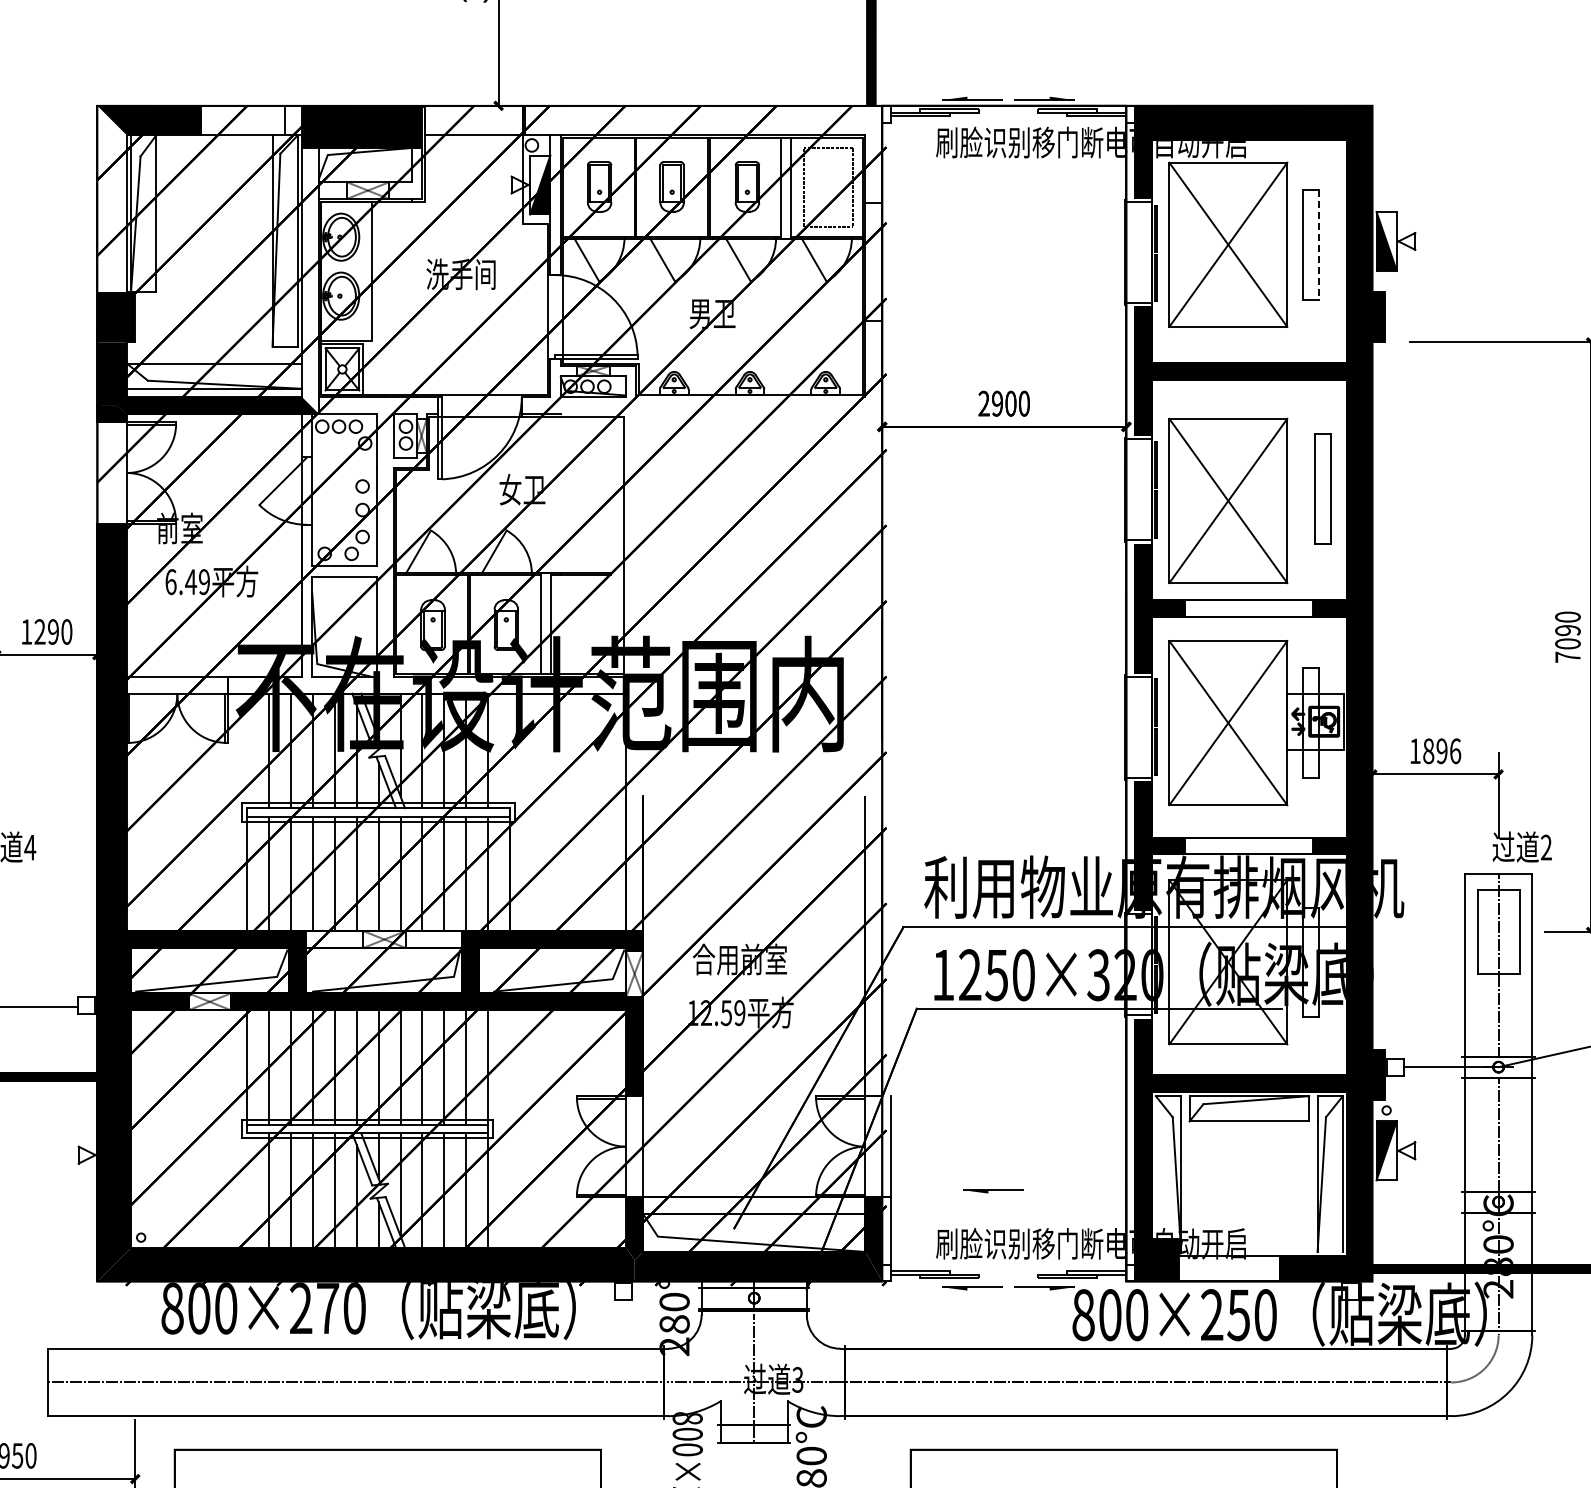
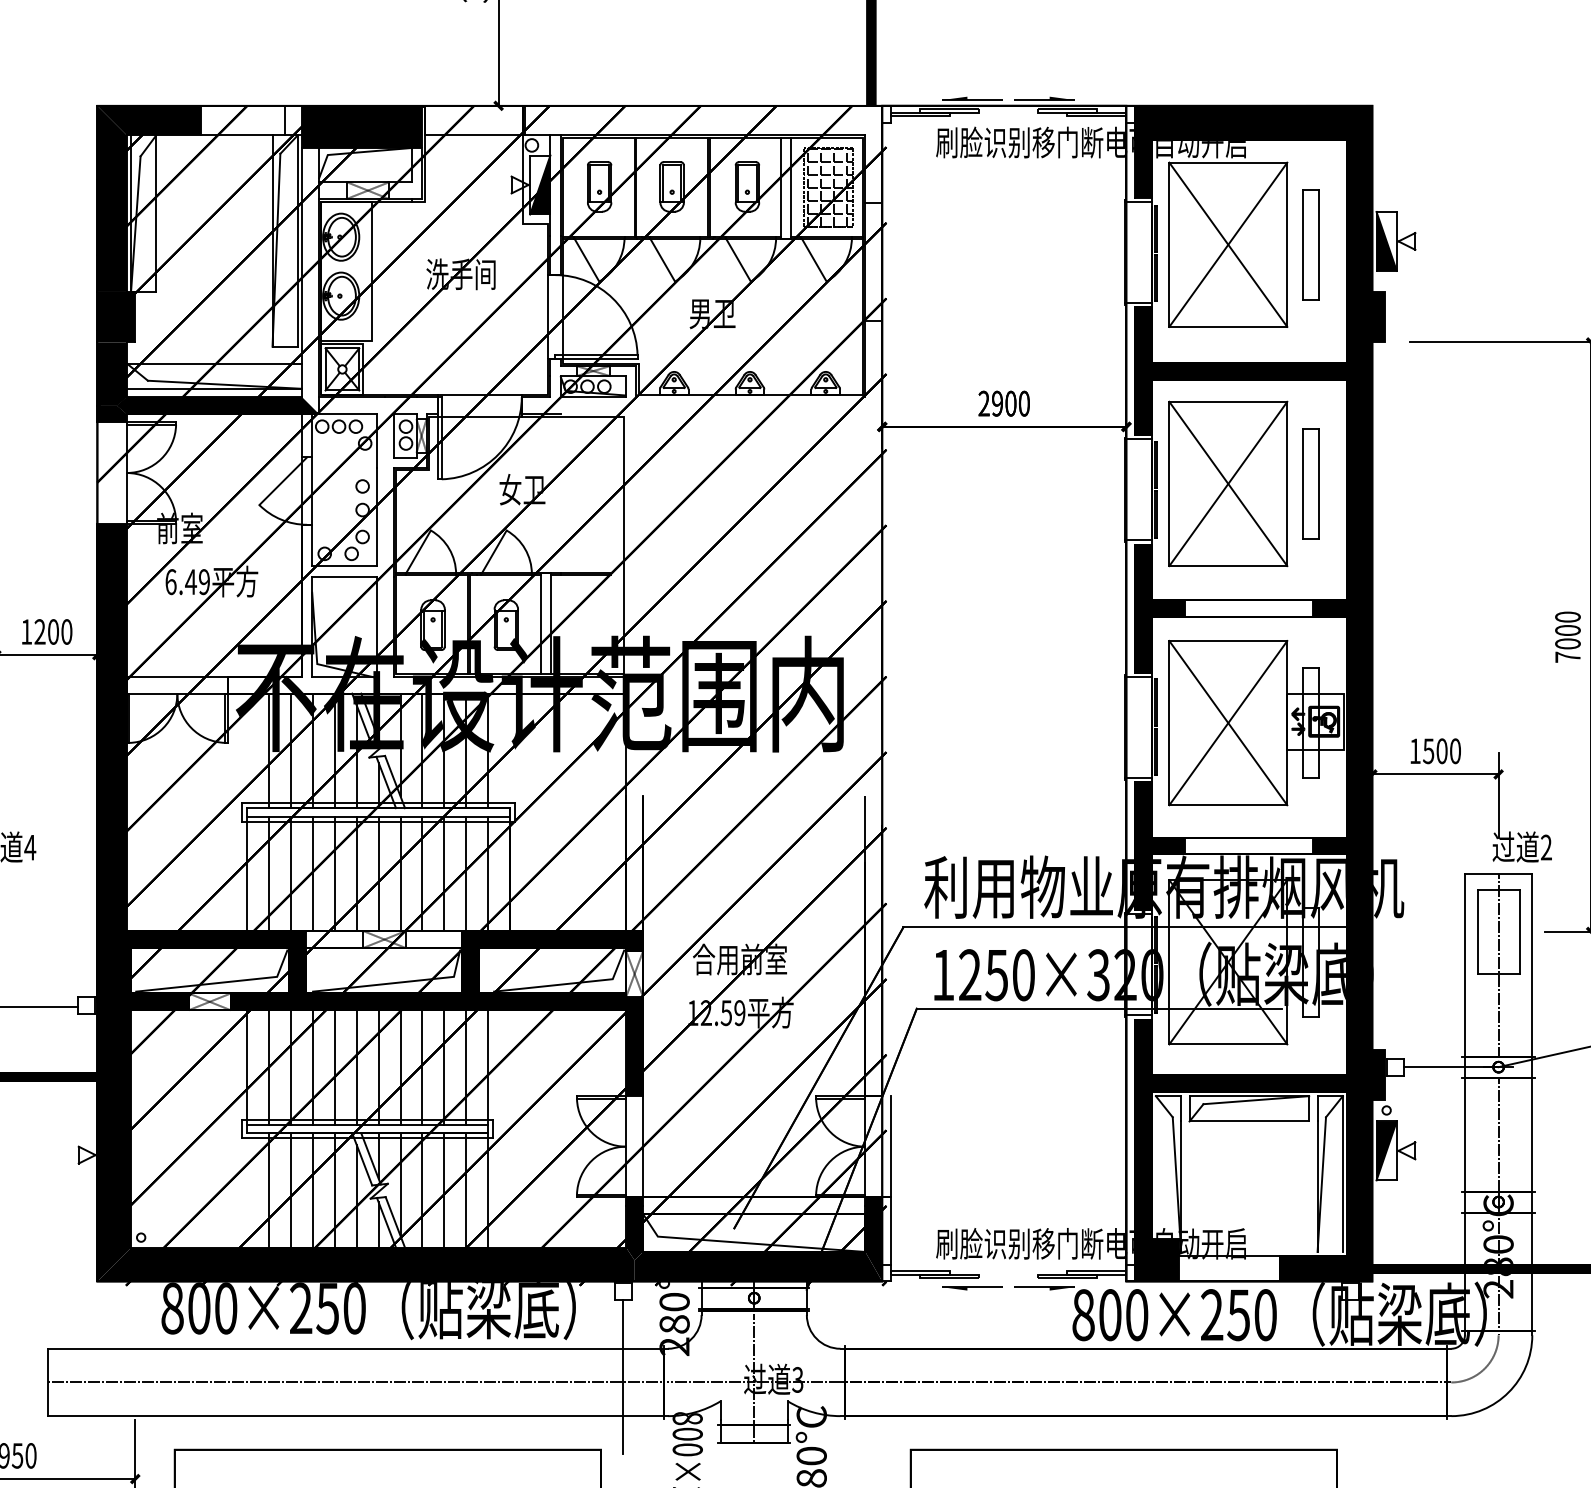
hatch at (827, 187): none -> present
fill at (111, 198): none -> present
line at (1319, 244): dashed -> solid
part at (1322, 488) position: (1322, 488) -> (1310, 483)
part at (1228, 500) position: (1228, 500) -> (1228, 483)
text at (1567, 630): 7090 -> 7000
text at (53, 631): 1290 -> 1200
text at (1442, 751): 1896 -> 1500
part at (993, 1191): present -> none
text at (327, 1308): 800×270 -> 800×250
line at (623, 1376): none -> present
